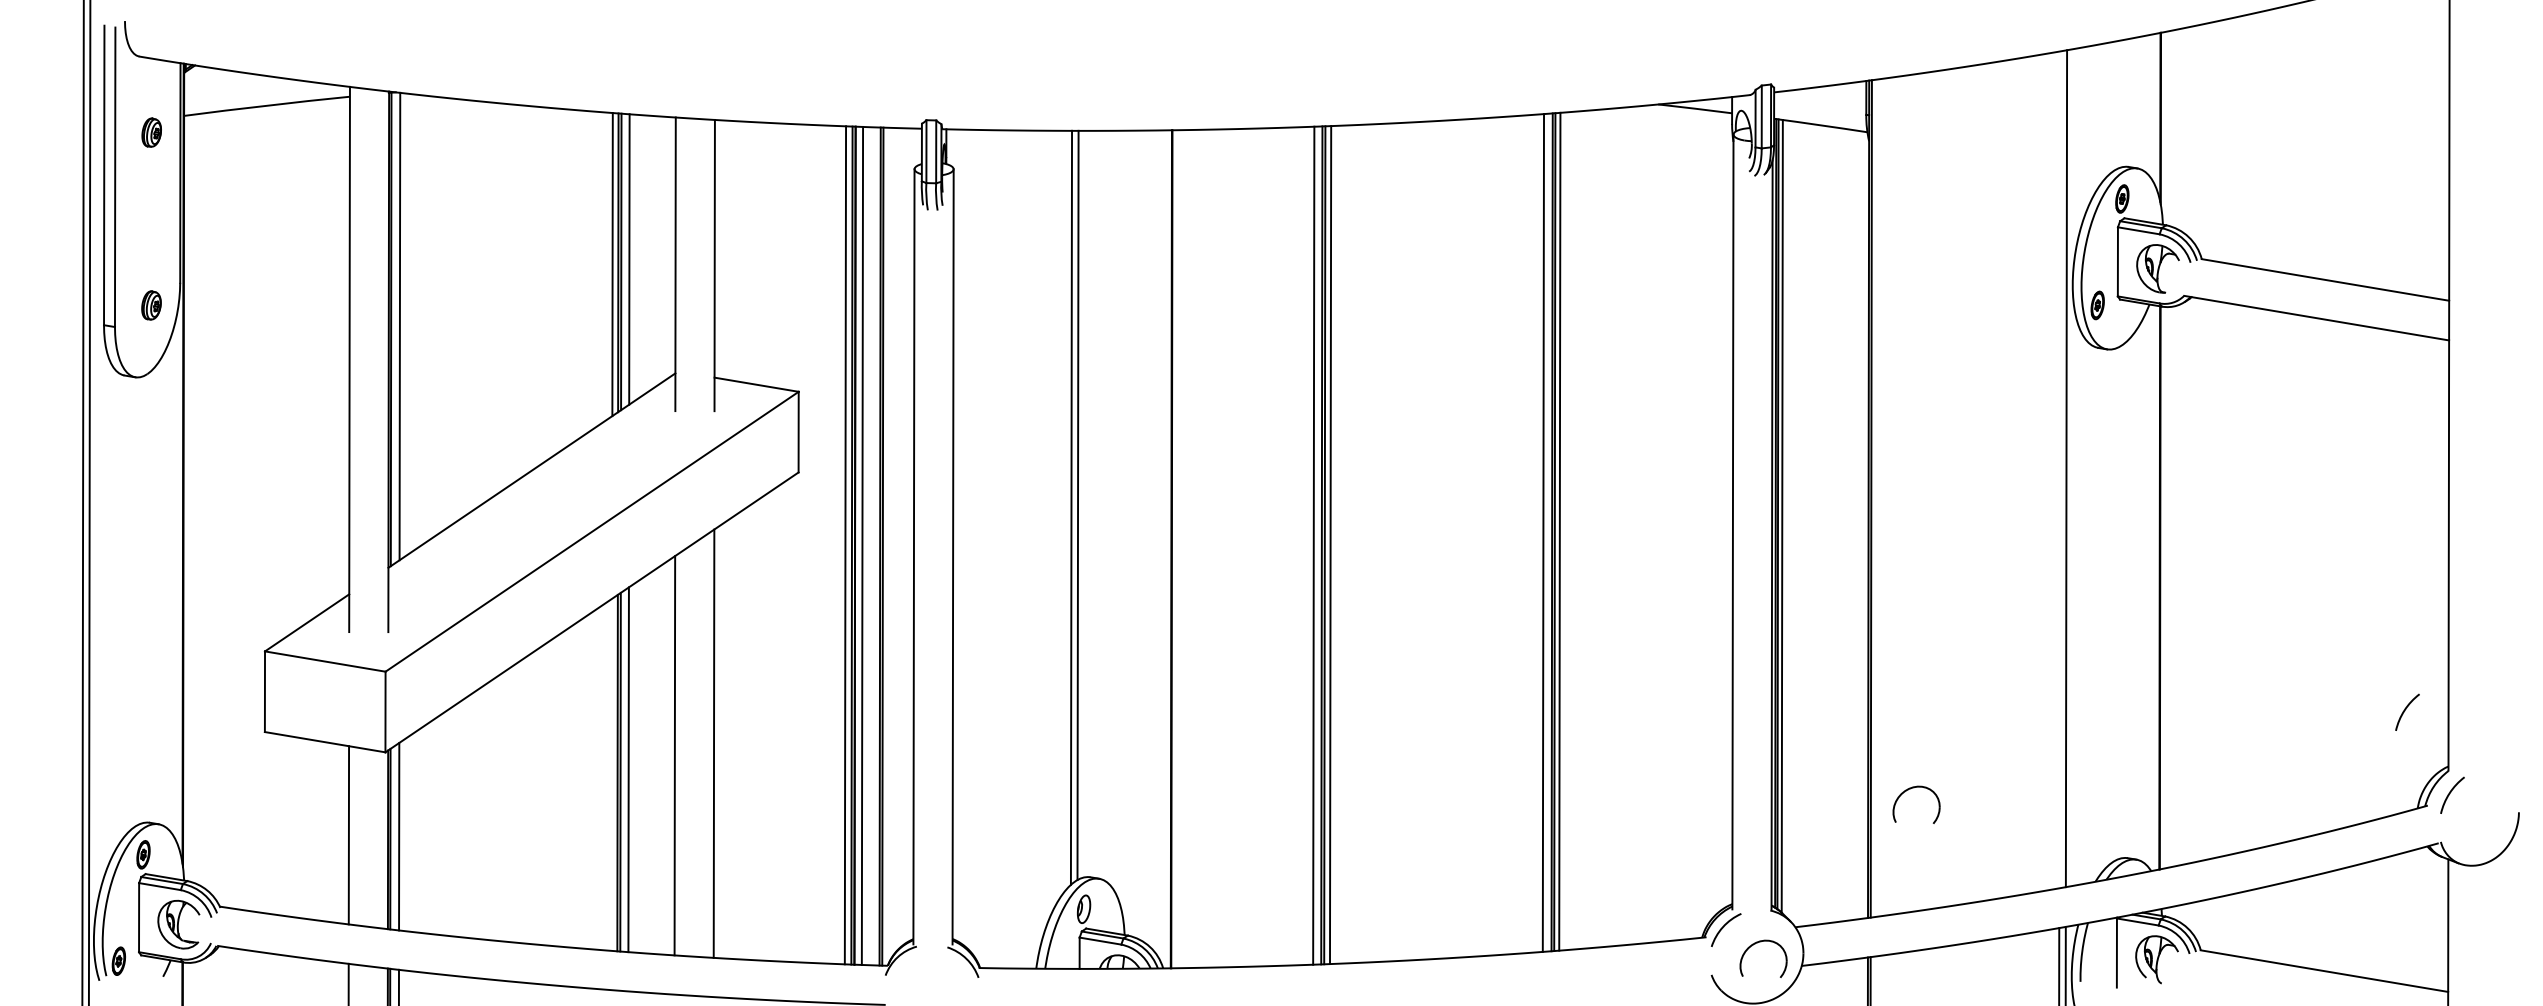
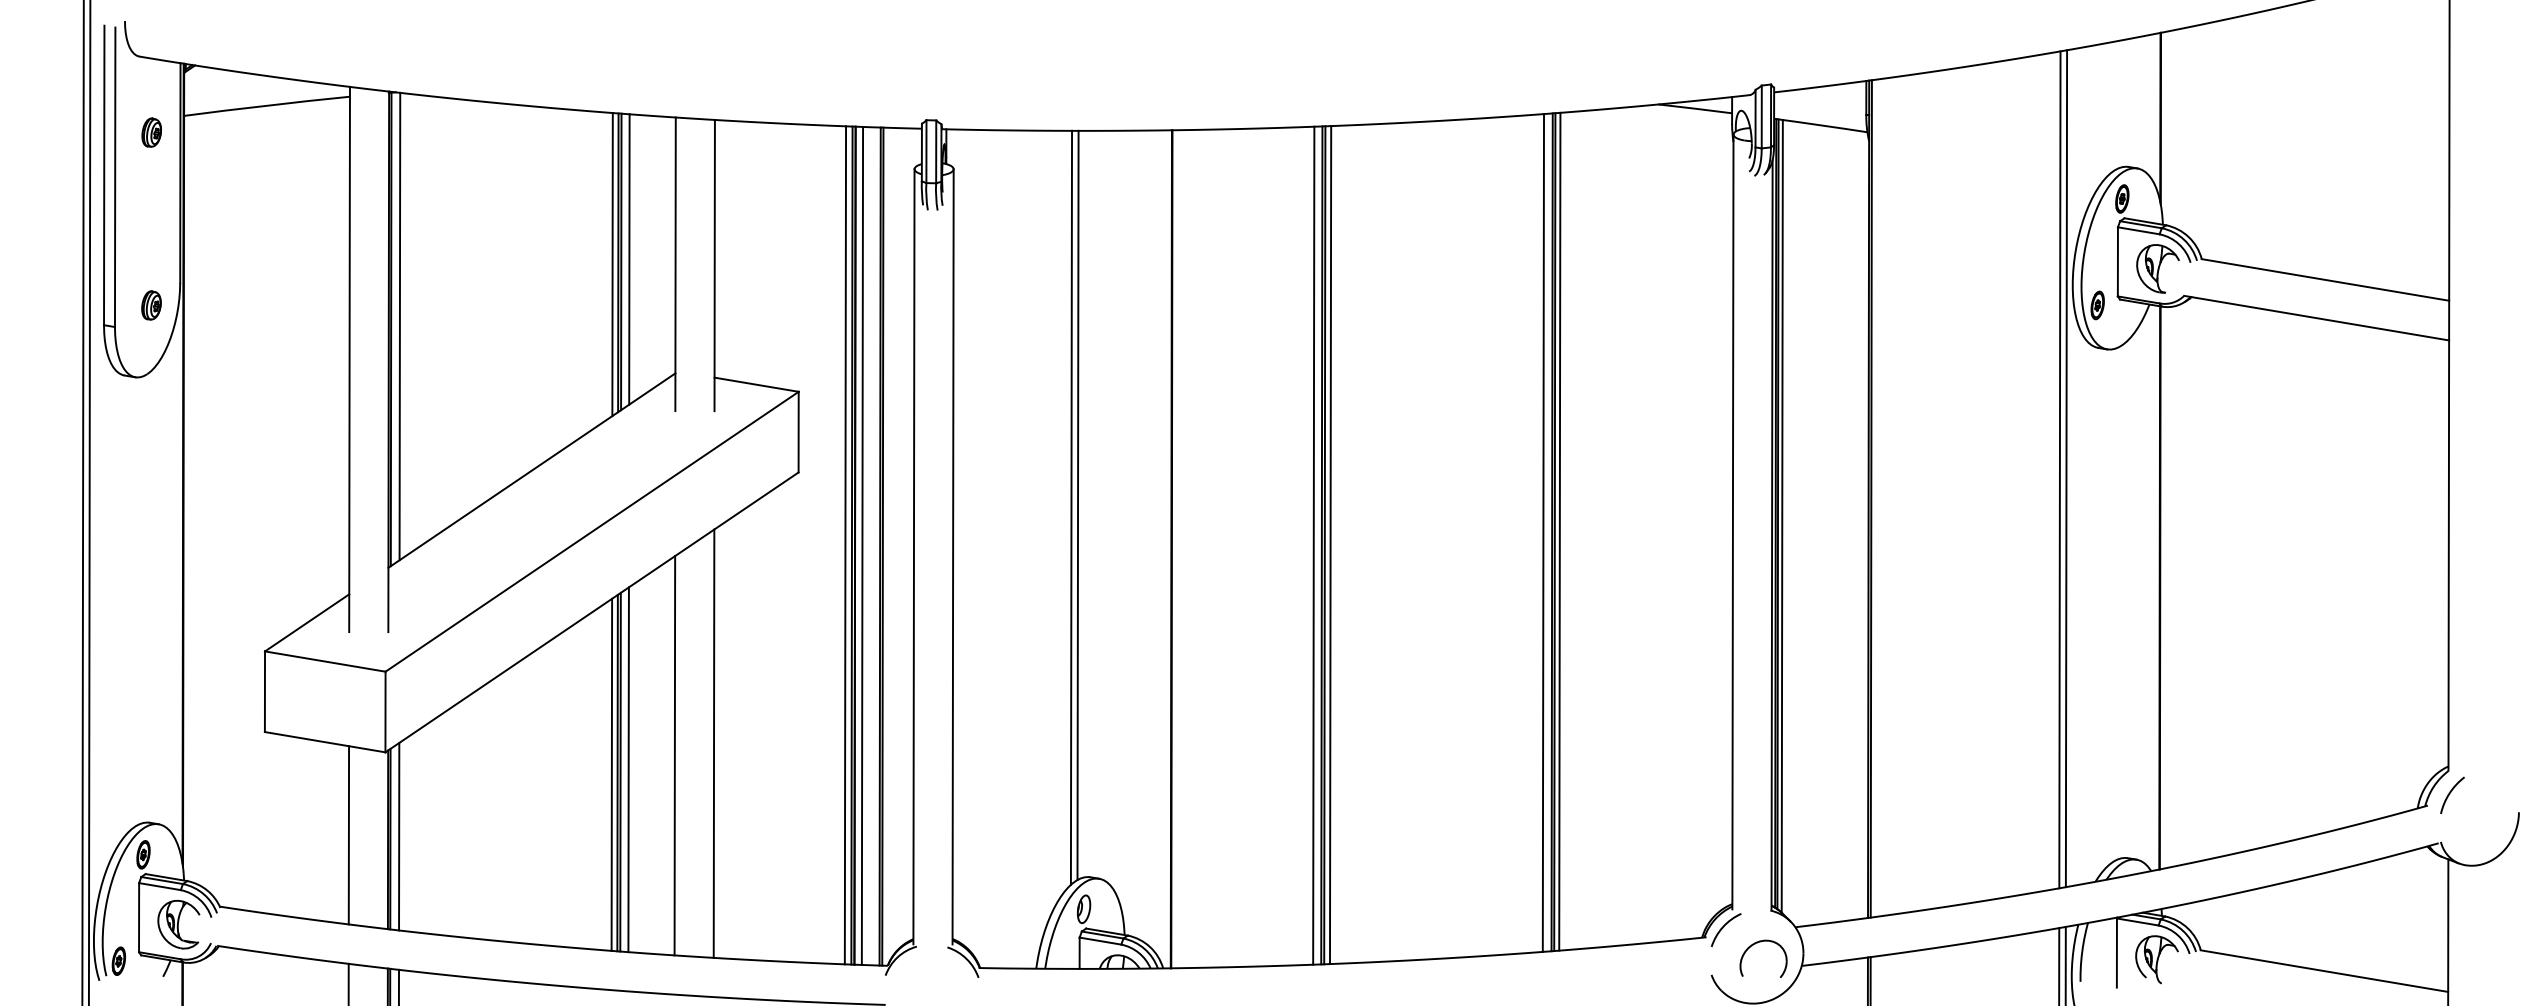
line at (2059, 469): none -> present
arc at (2406, 709): present -> none
line at (611, 774): none -> present
part at (1914, 788): present -> none
